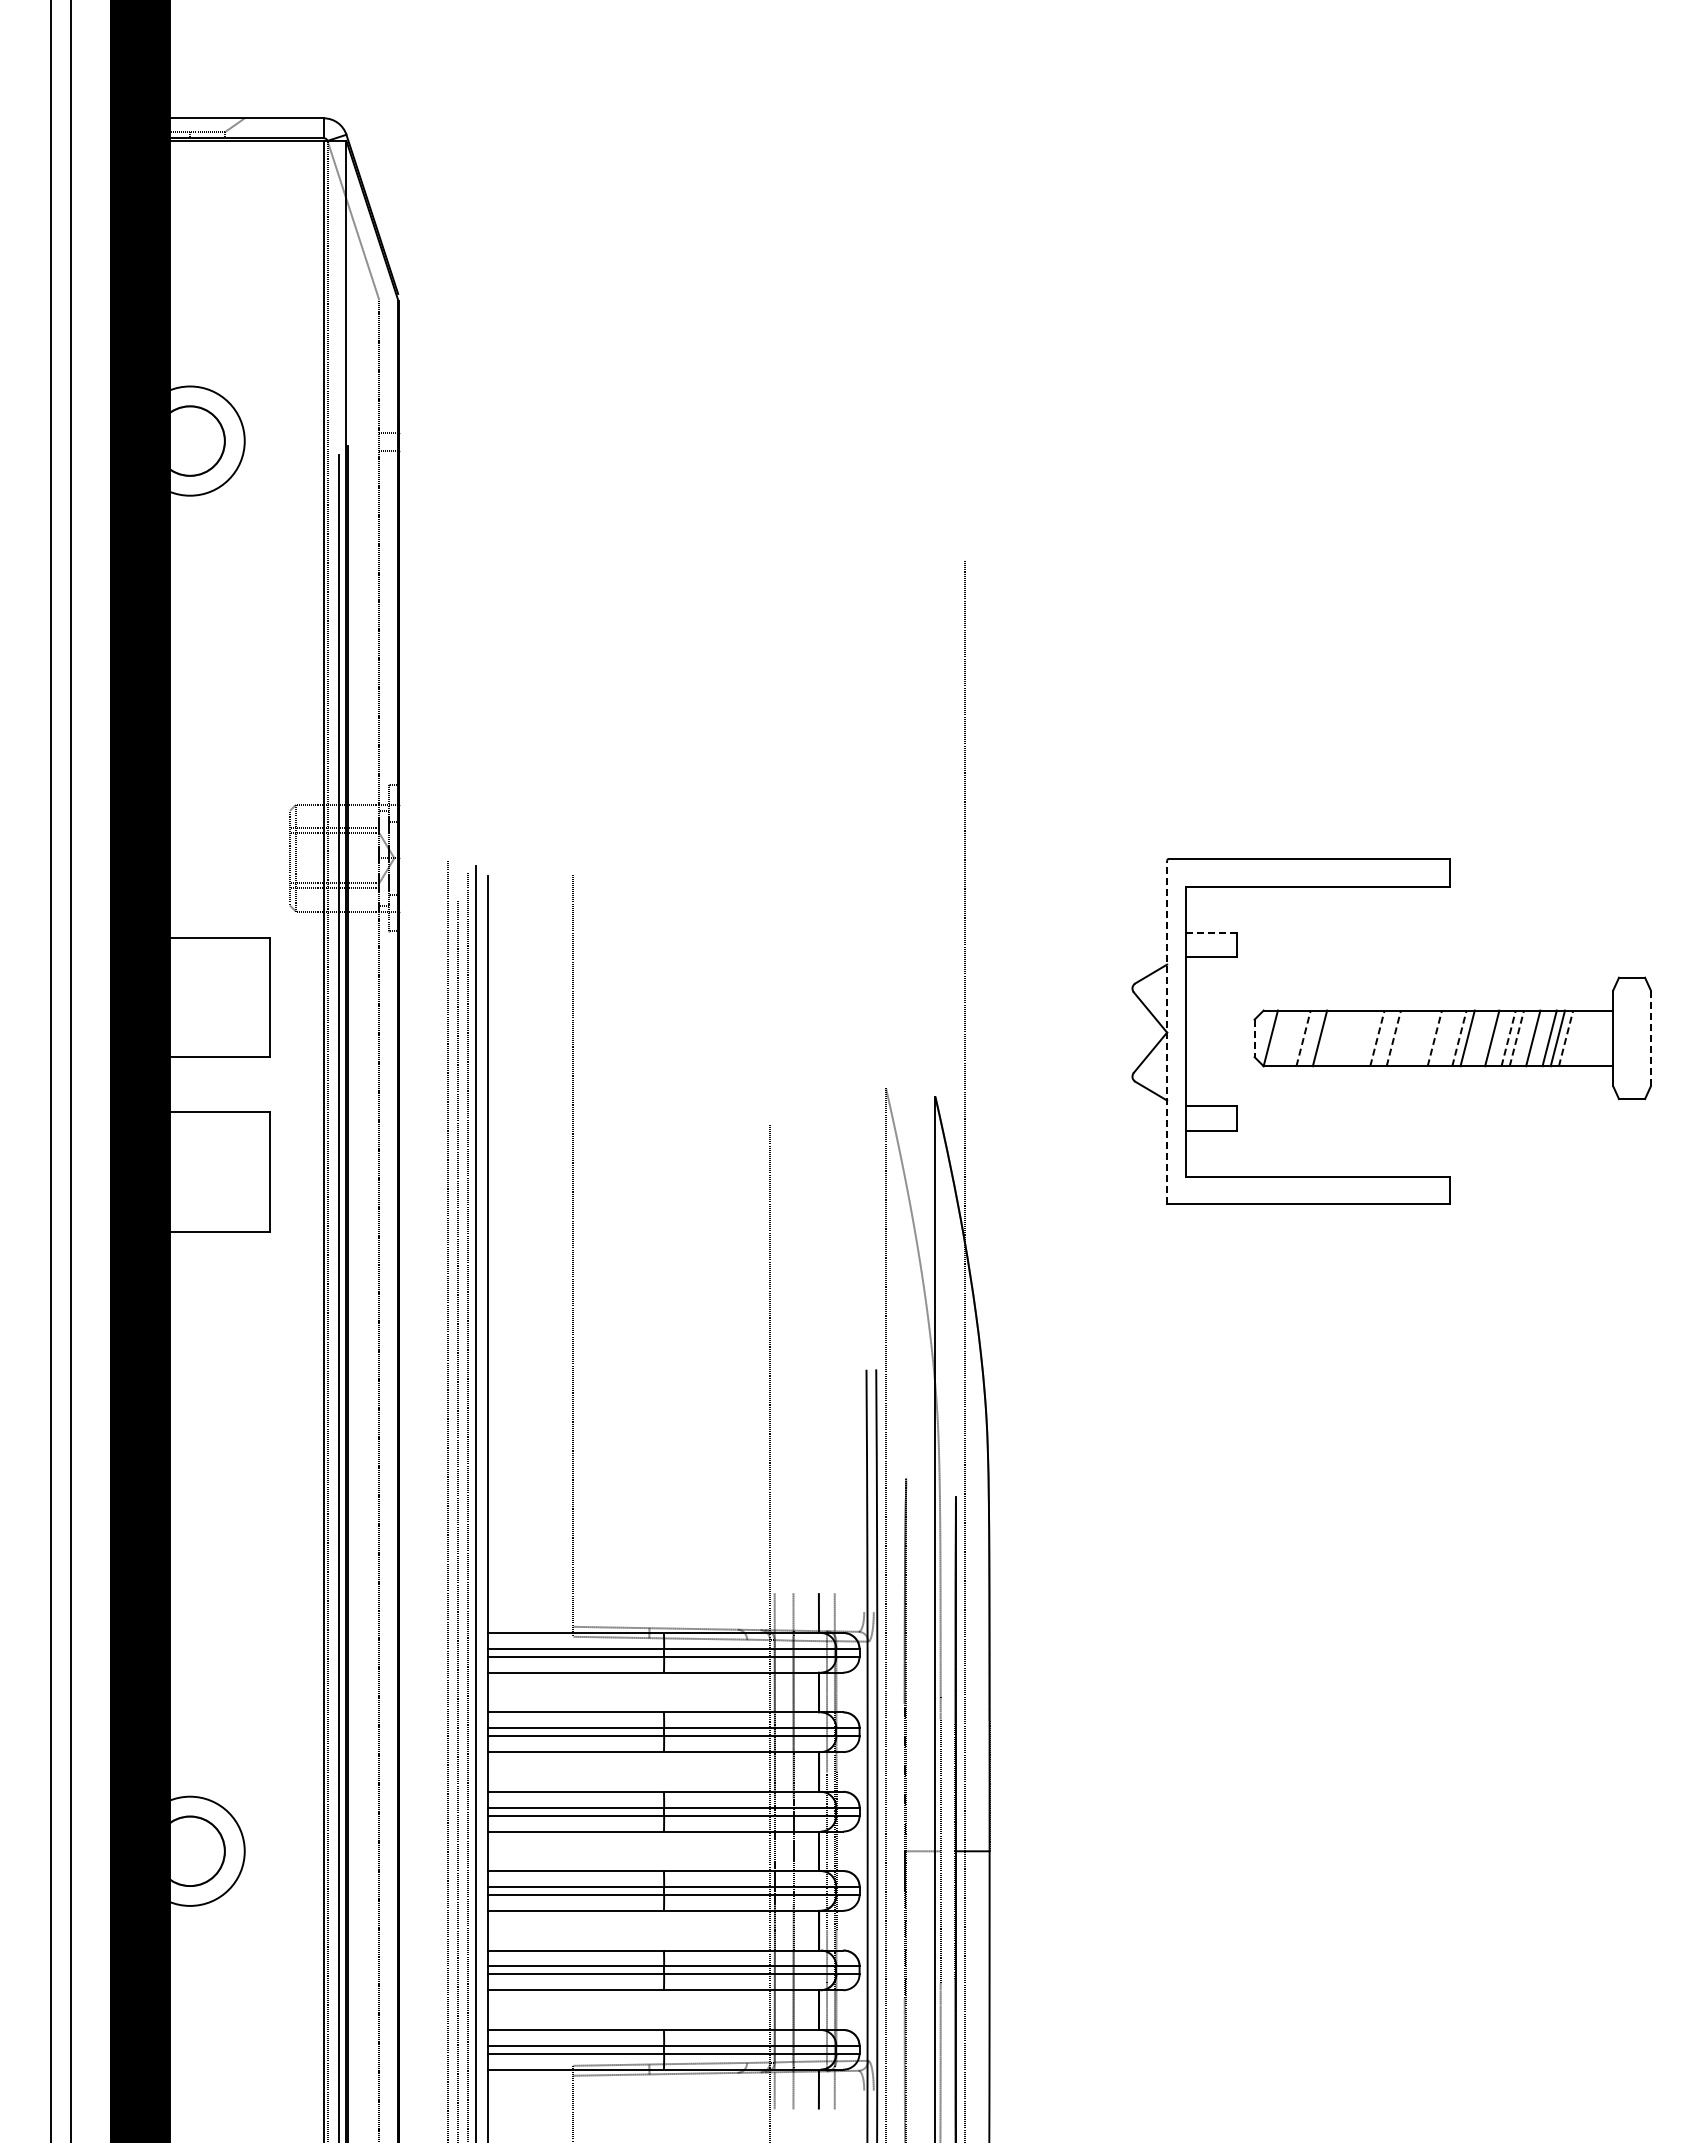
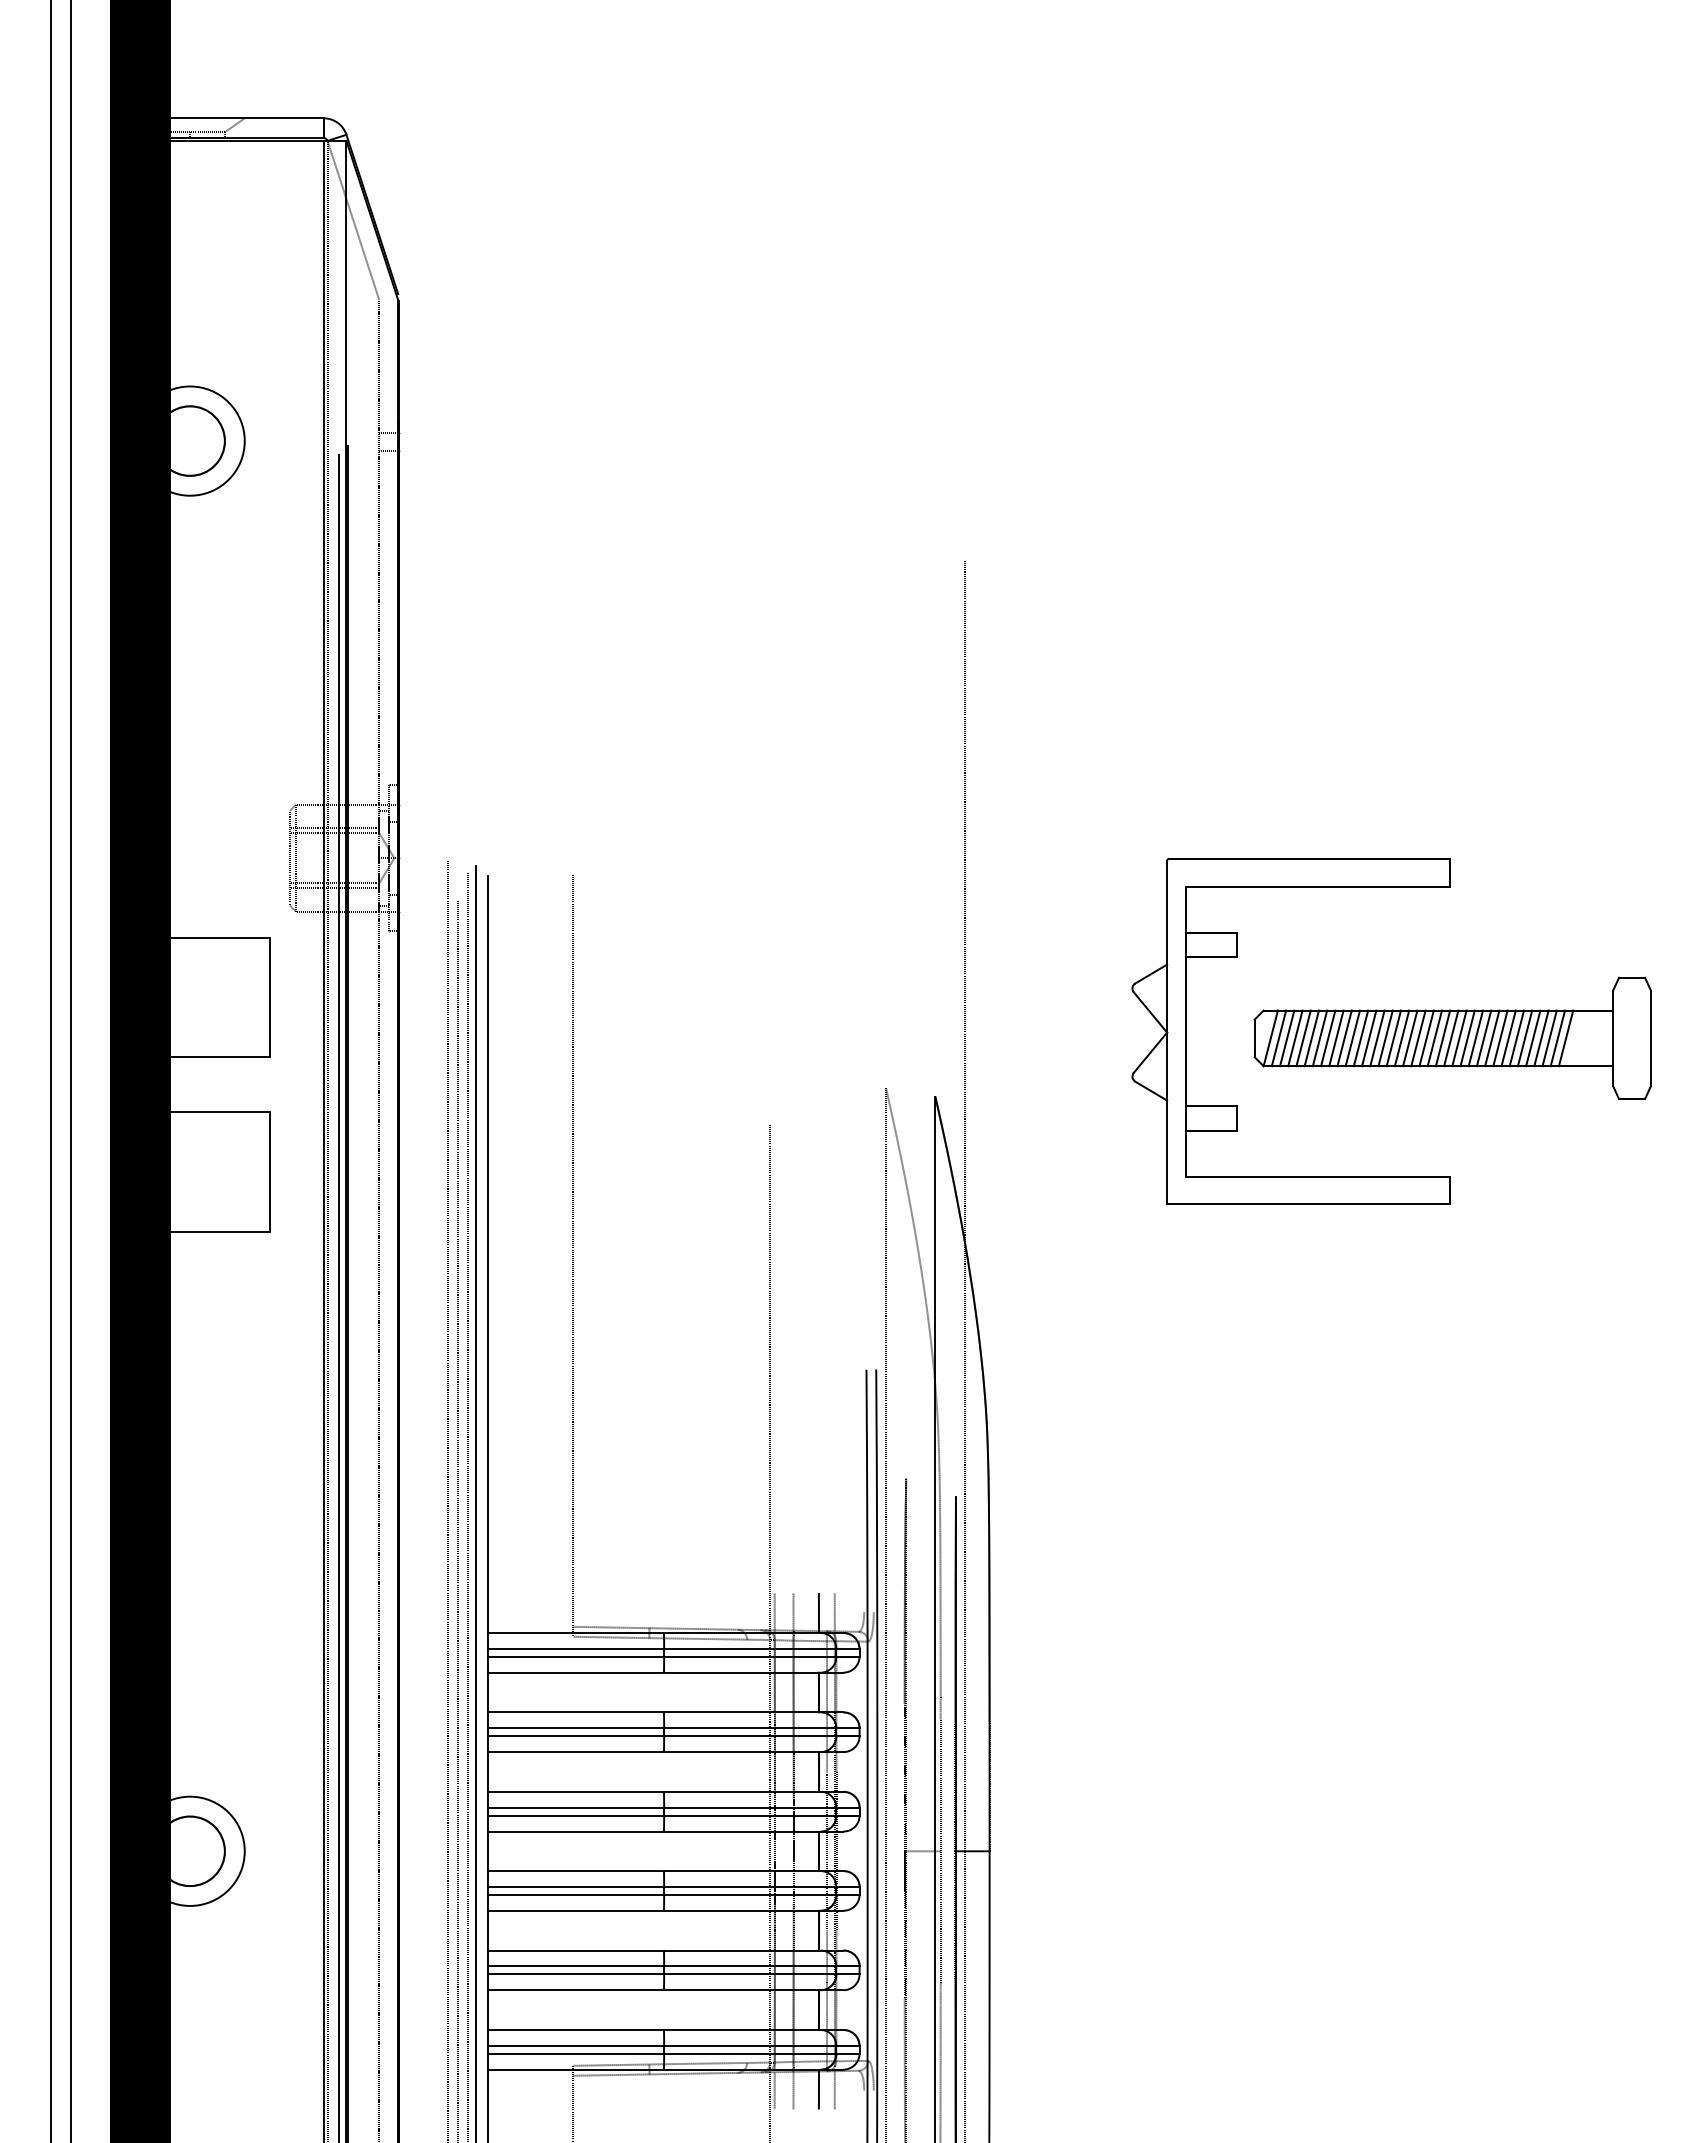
line at (1211, 932): dashed -> solid
line at (1167, 1032): dashed -> solid
line at (1254, 1038): dashed -> solid
line at (1278, 1038): none -> present
line at (1287, 1038): none -> present
line at (1295, 1038): none -> present
line at (1303, 1038): dashed -> solid
line at (1311, 1038): none -> present
line at (1328, 1038): none -> present
line at (1336, 1038): none -> present
line at (1344, 1038): none -> present
line at (1352, 1038): none -> present
line at (1360, 1038): none -> present
line at (1369, 1038): none -> present
line at (1377, 1038): dashed -> solid
line at (1385, 1038): none -> present
line at (1393, 1038): dashed -> solid
line at (1401, 1038): none -> present
line at (1410, 1038): none -> present
line at (1418, 1038): none -> present
line at (1426, 1038): none -> present
line at (1434, 1038): dashed -> solid
line at (1442, 1038): none -> present
line at (1451, 1038): none -> present
line at (1459, 1038): dashed -> solid
line at (1475, 1038): none -> present
line at (1483, 1038): none -> present
line at (1500, 1038): none -> present
line at (1508, 1038): dashed -> solid
line at (1516, 1038): dashed -> solid
line at (1524, 1038): none -> present
line at (1541, 1038): none -> present
line at (1566, 1038): dashed -> solid
line at (1650, 1038): dashed -> solid
